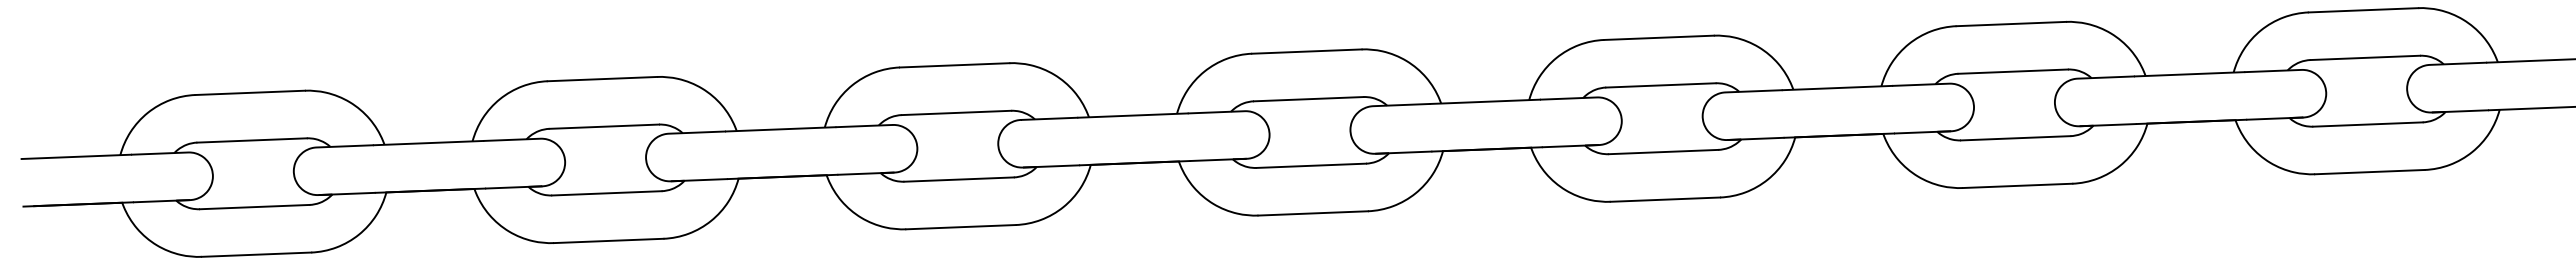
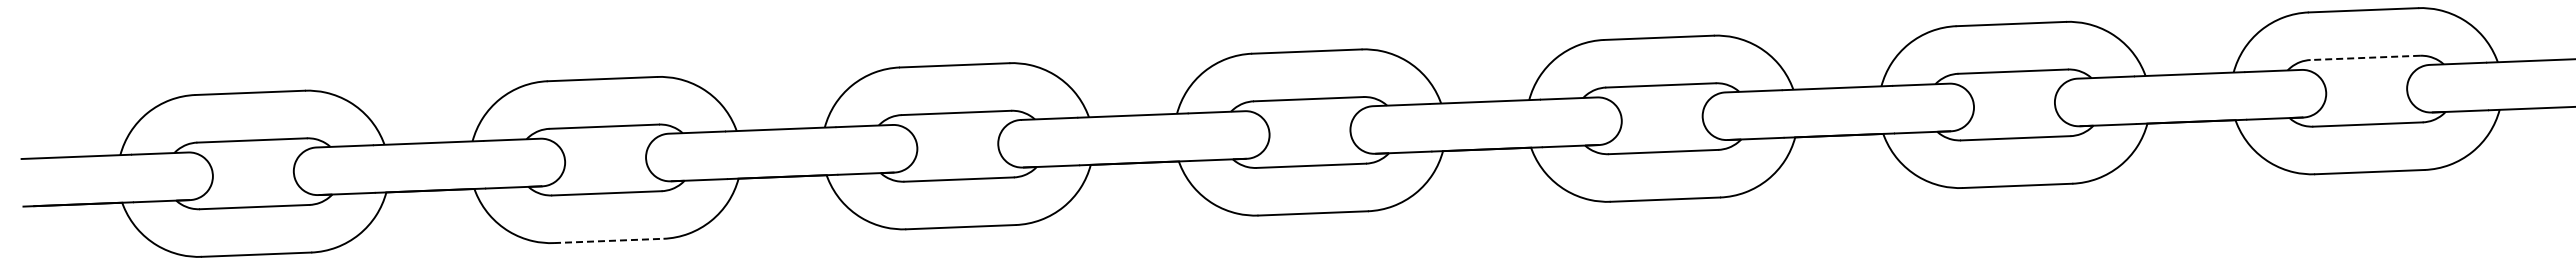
line at (2365, 57): solid -> dashed
line at (608, 240): solid -> dashed
